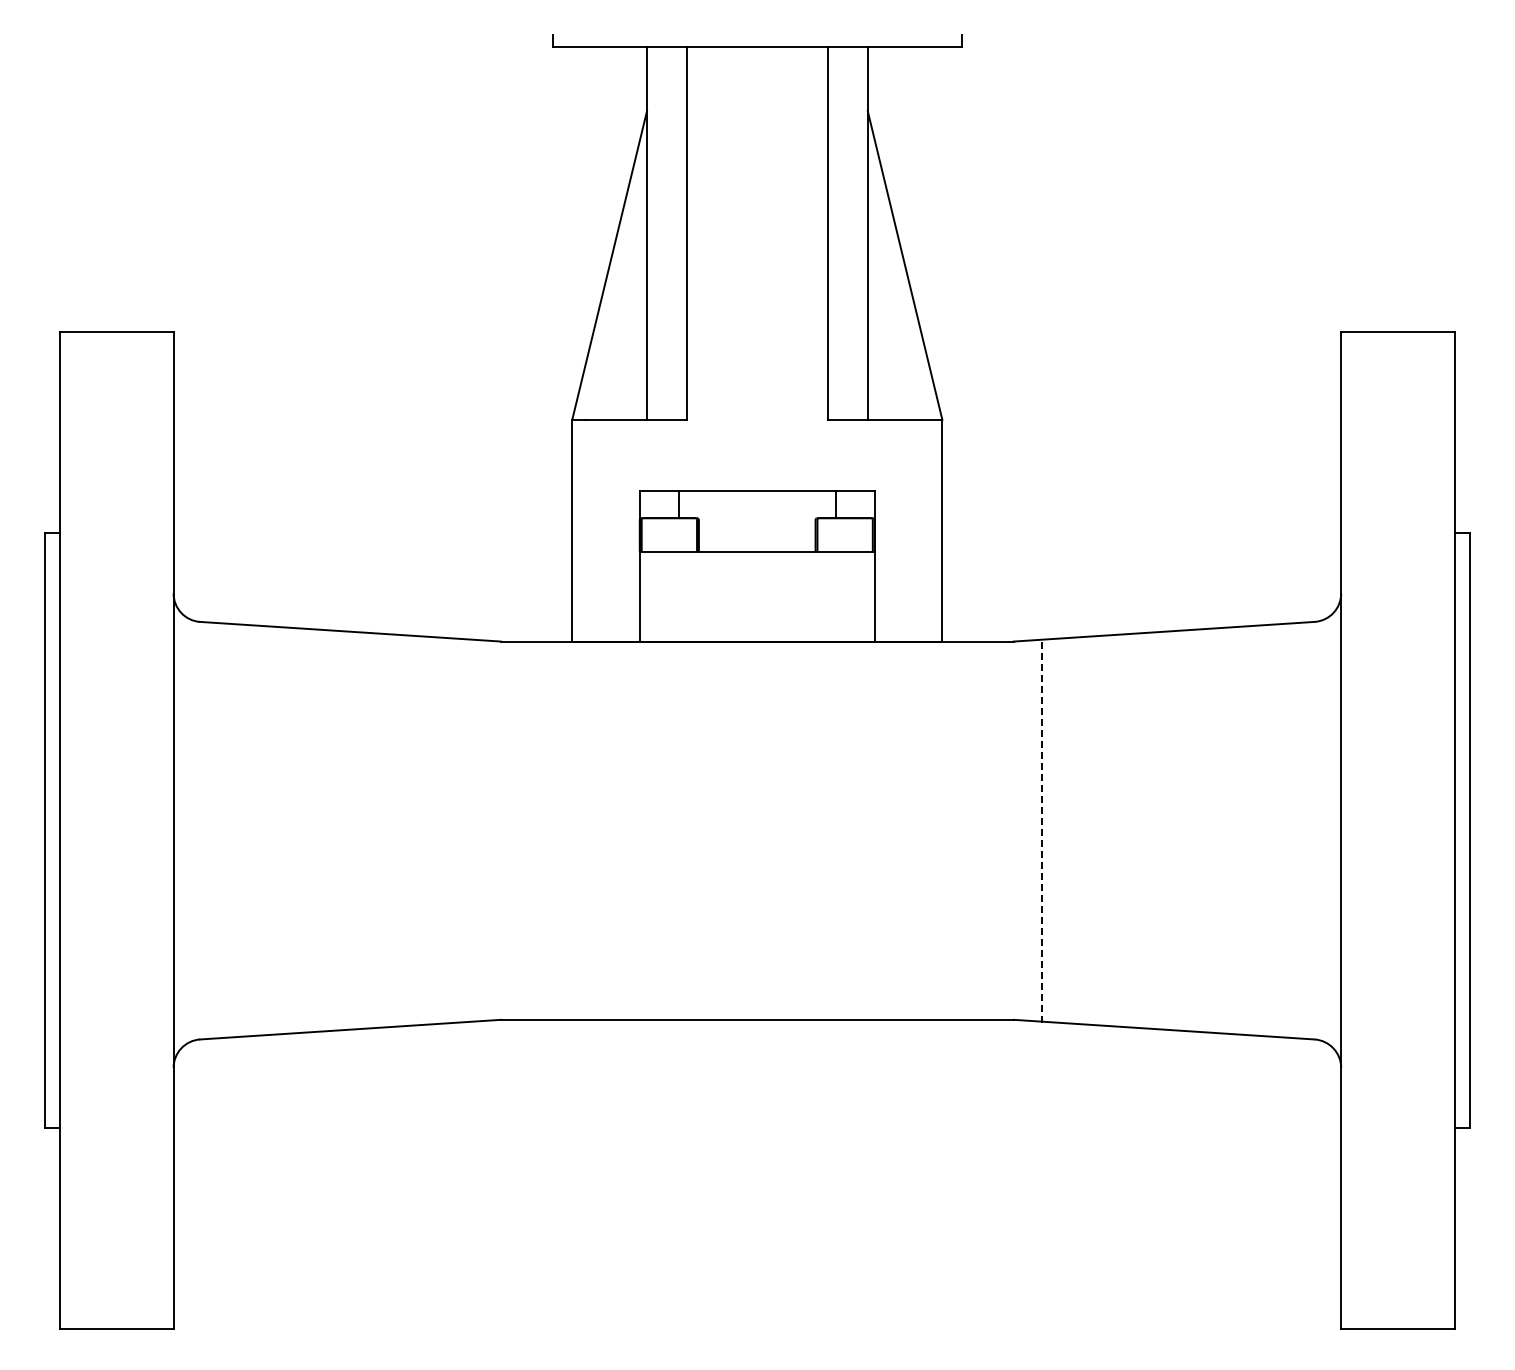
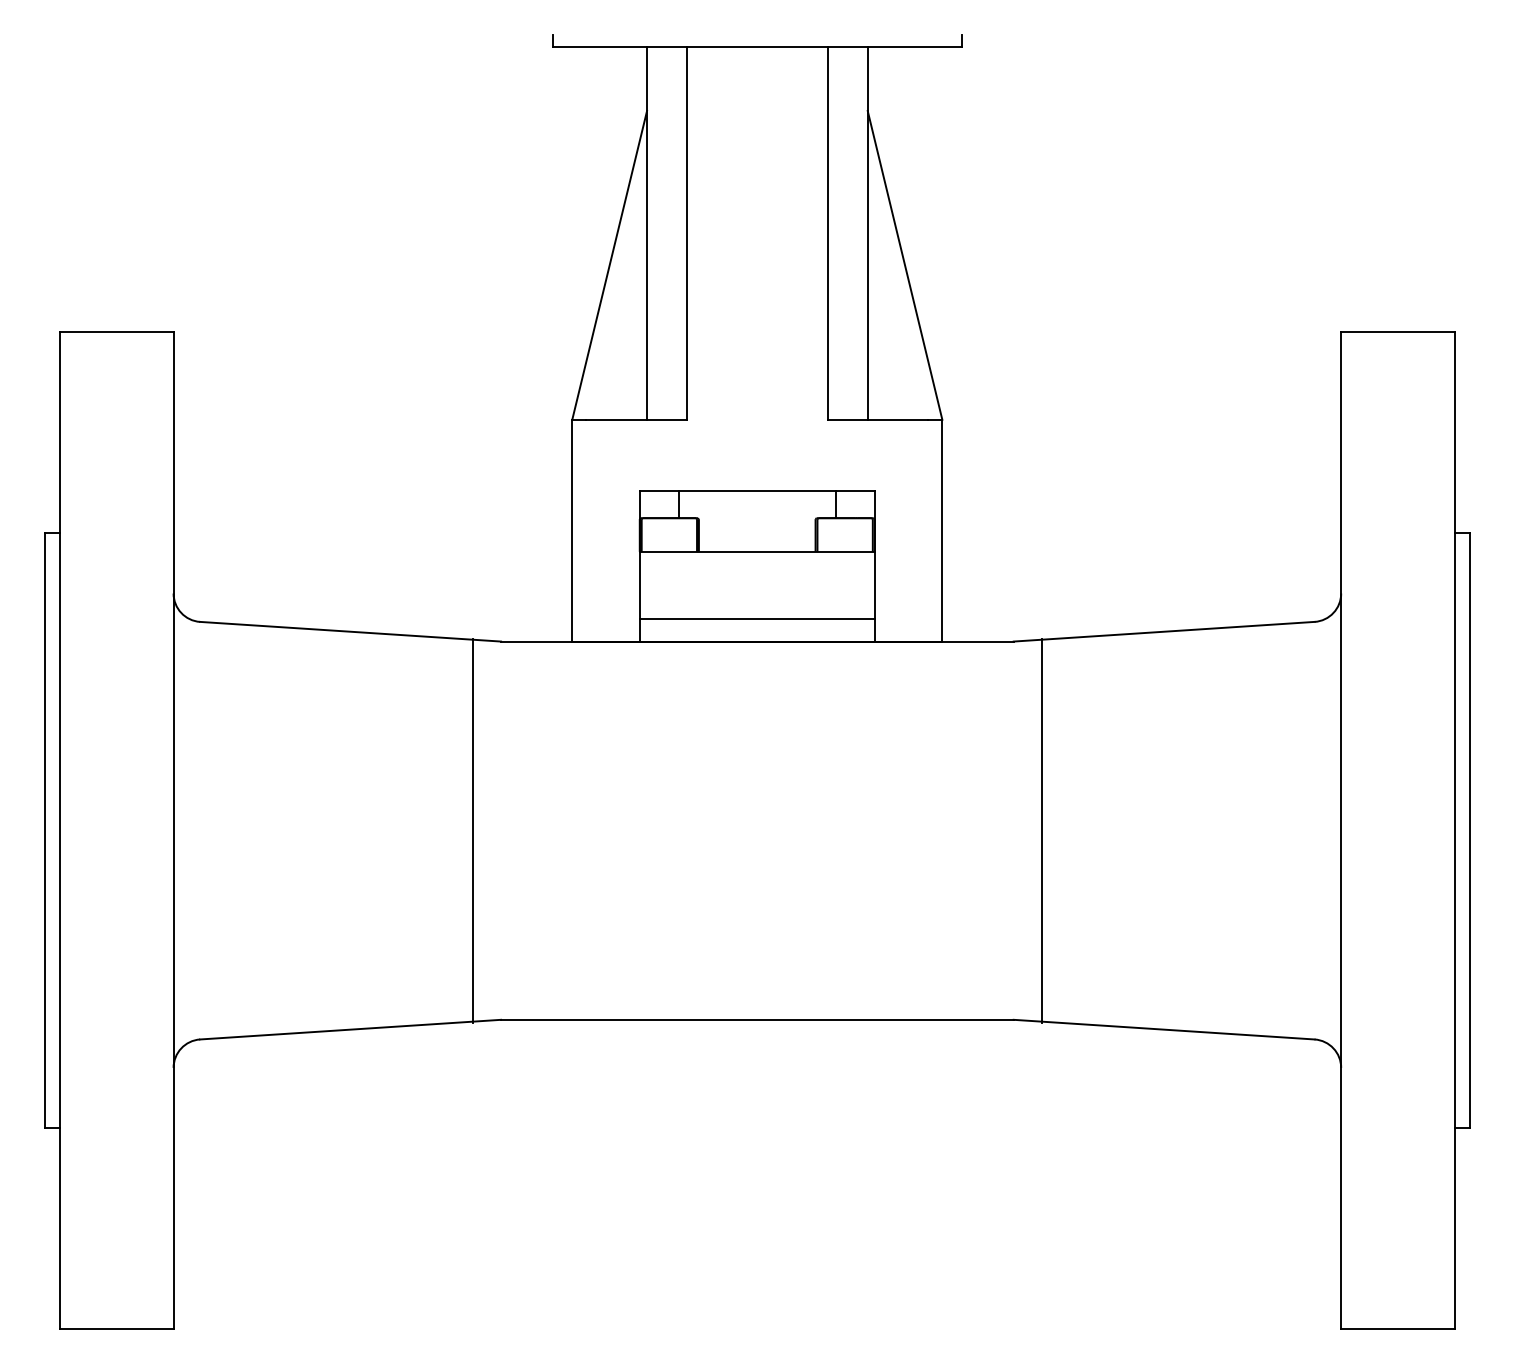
line at (756, 619): none -> present
line at (472, 830): none -> present
line at (1042, 830): dashed -> solid
